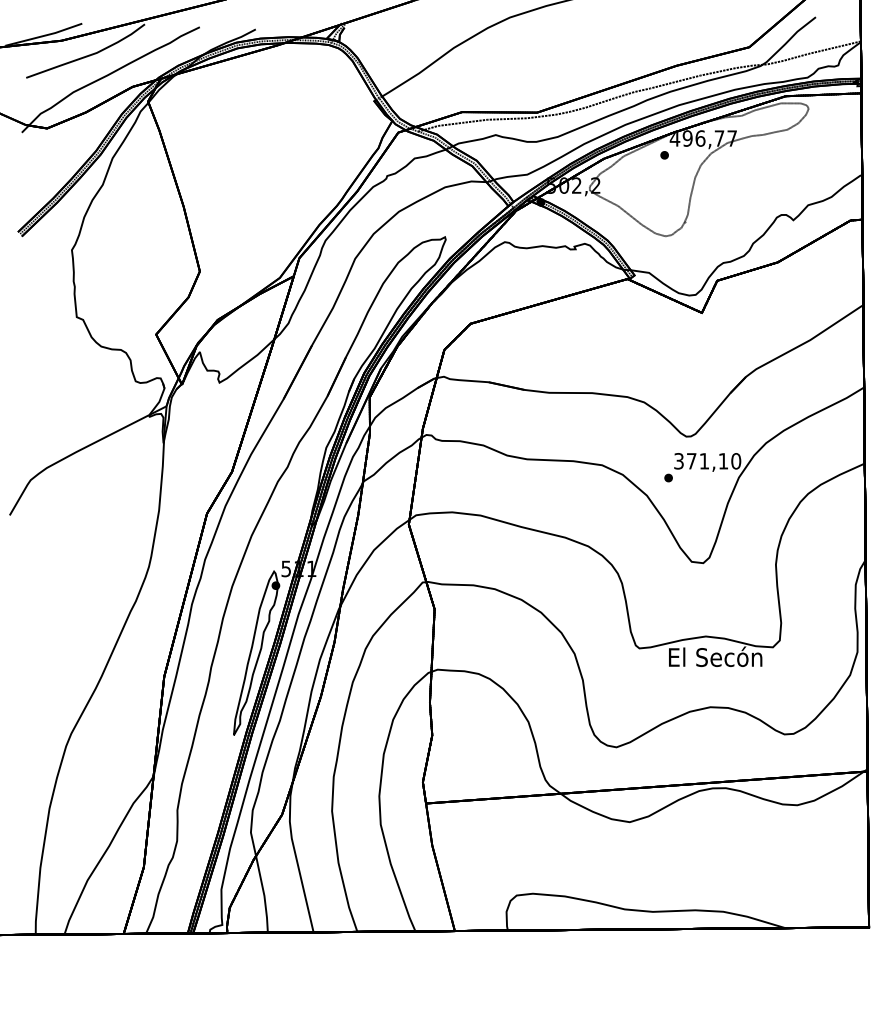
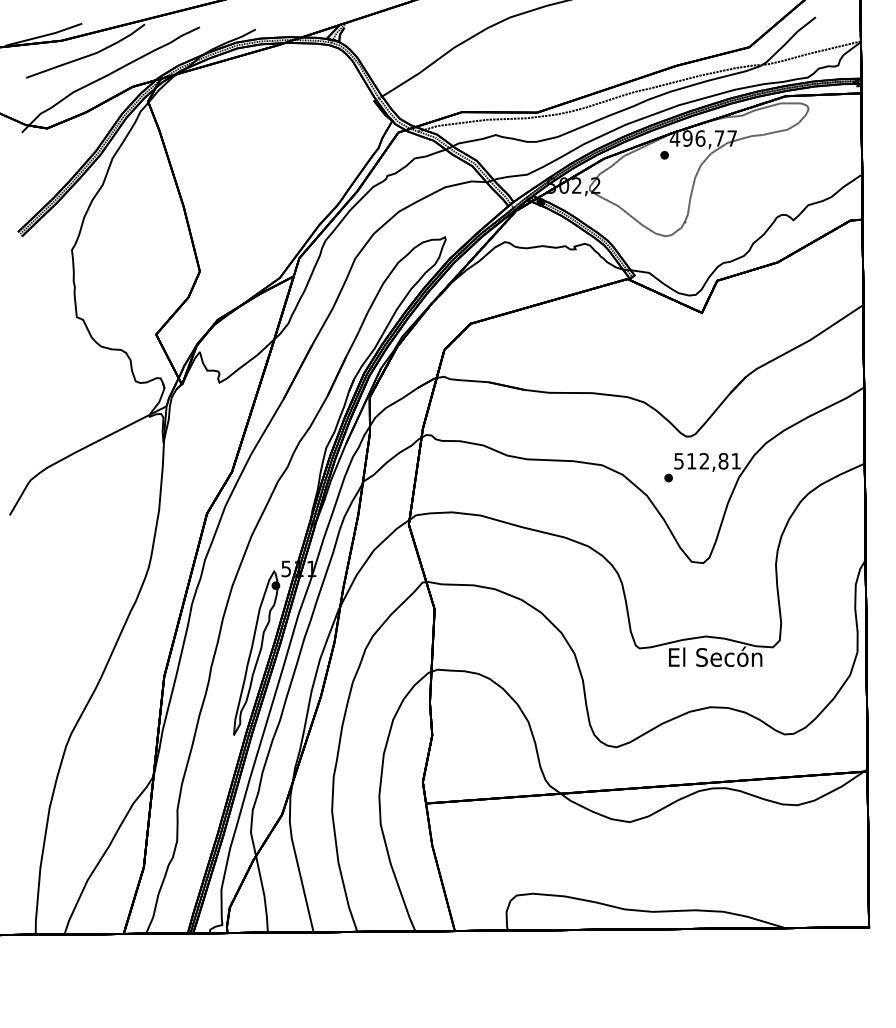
text at (707, 461): 371,10 -> 512,81
